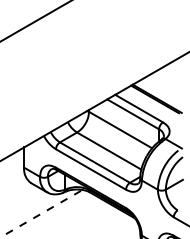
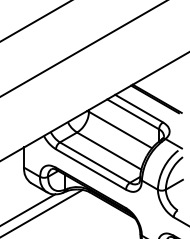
line at (83, 48): none -> present
line at (28, 209): none -> present
line at (41, 213): dashed -> solid
